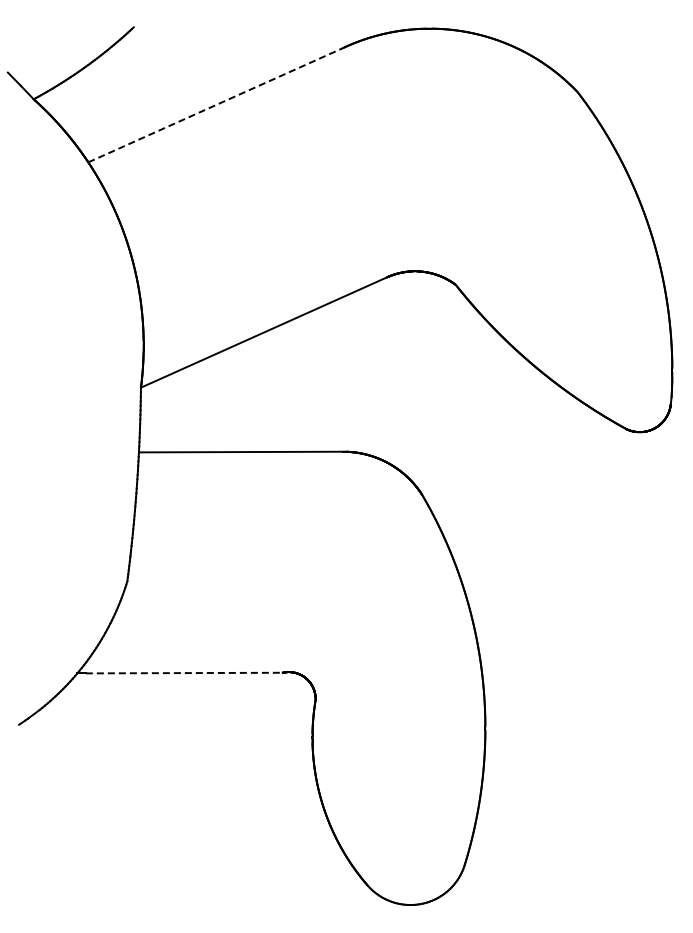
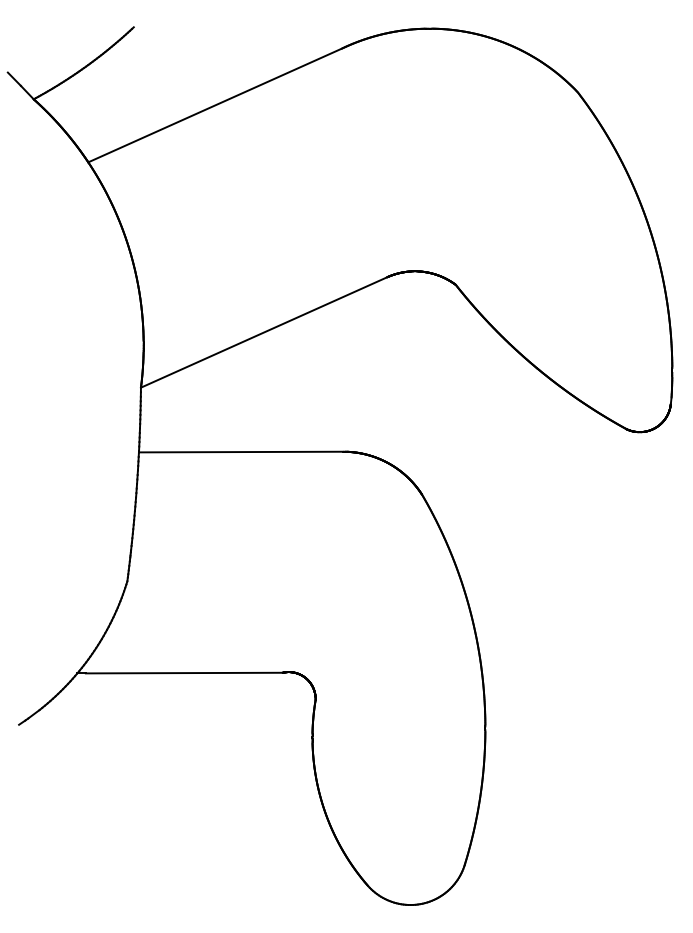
line at (215, 105): dashed -> solid
line at (184, 673): dashed -> solid
